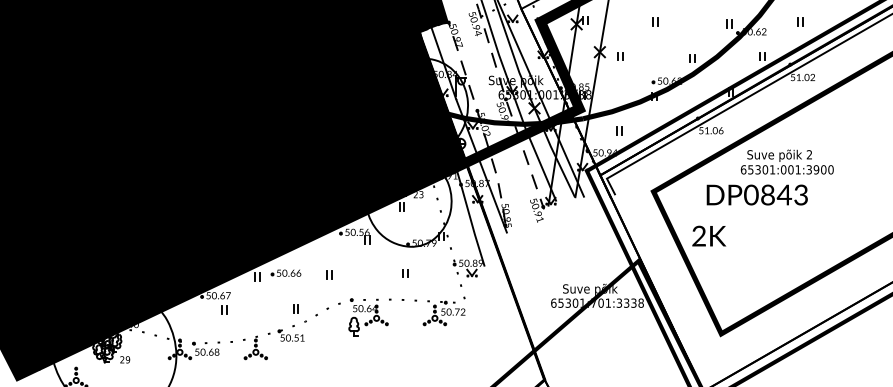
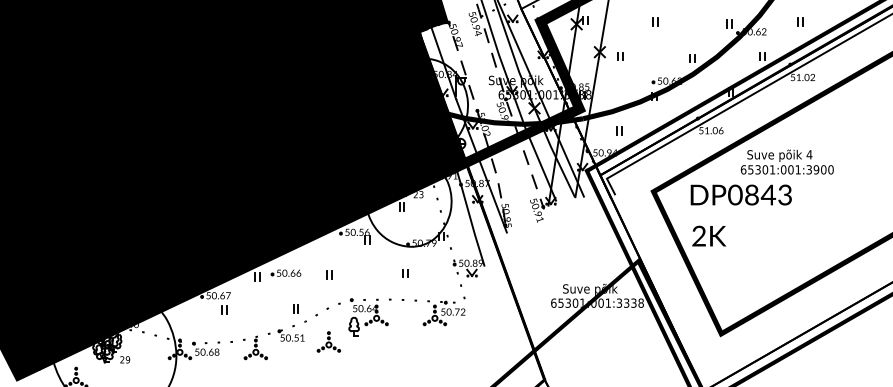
text at (809, 154): 2 -> 4
text at (756, 194) position: (756, 194) -> (740, 194)
text at (593, 302): 65301:701:3338 -> 65301:001:3338
part at (328, 341): none -> present
